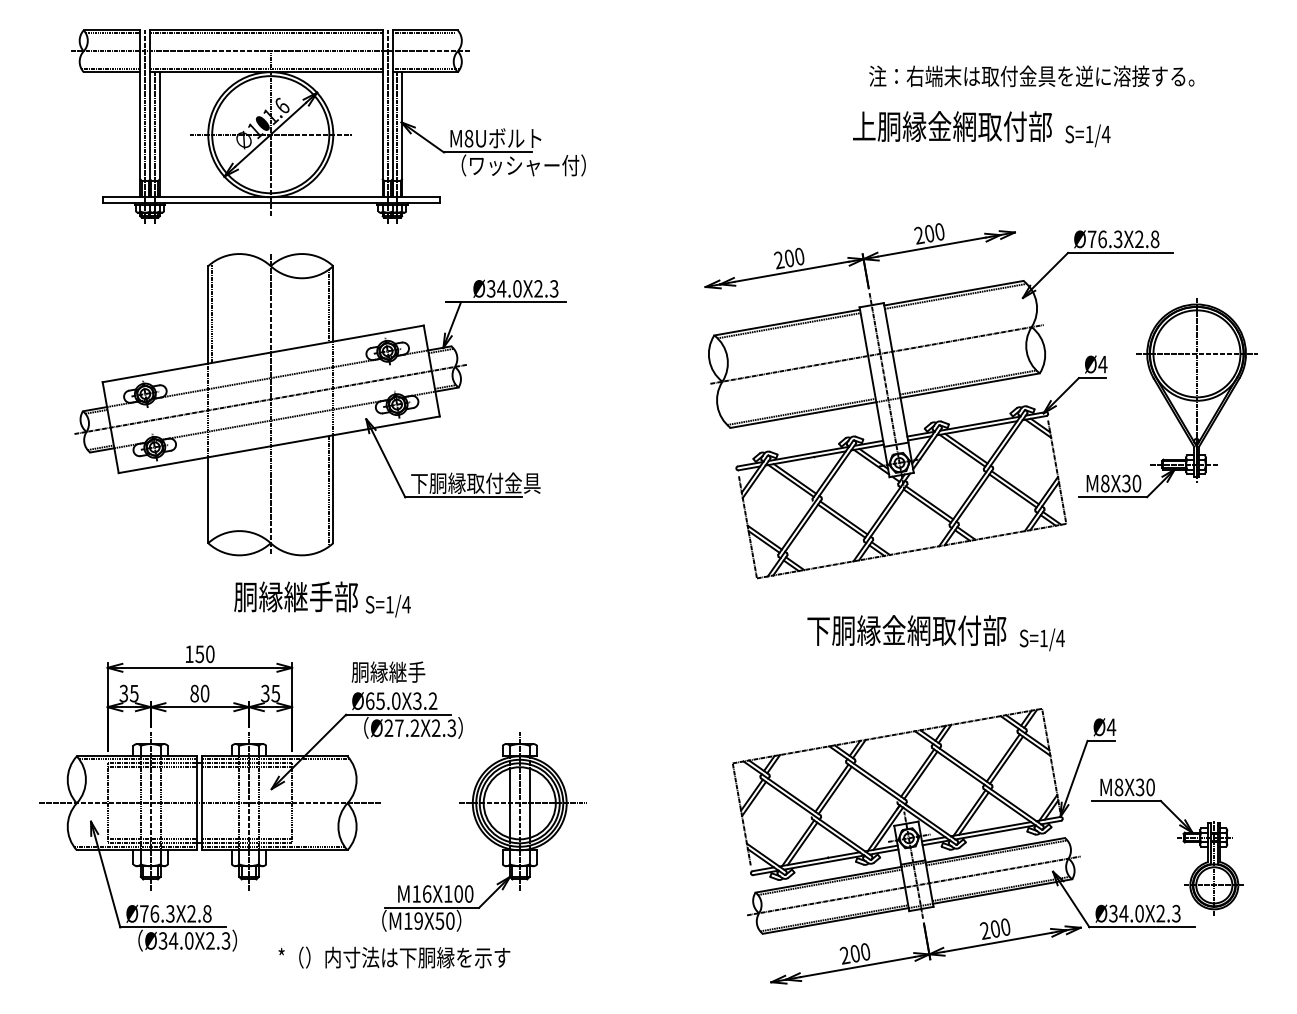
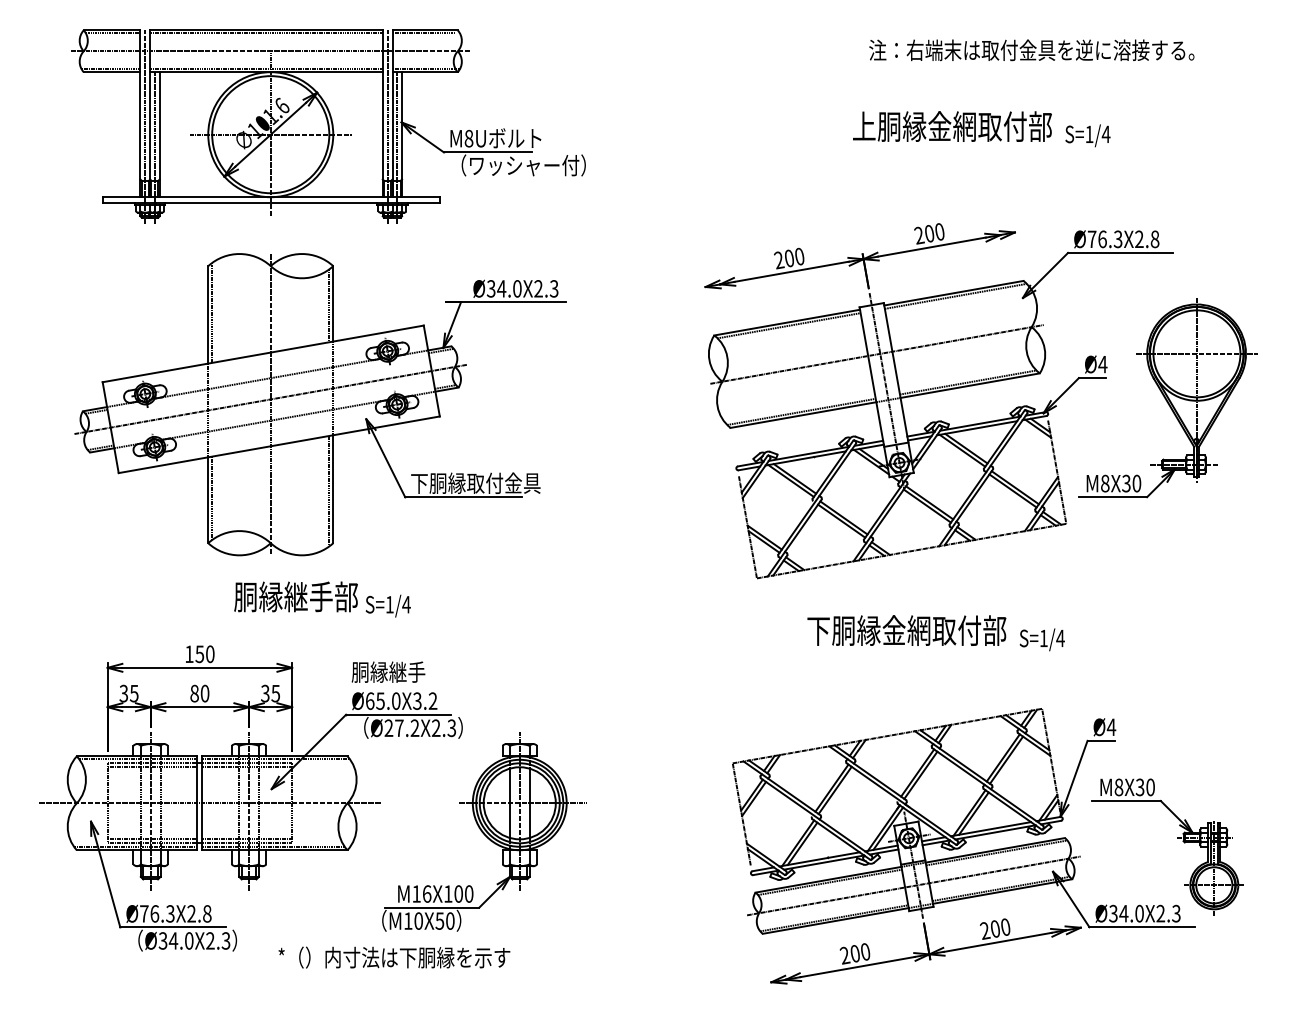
text at (1031, 76) position: (1031, 76) -> (1031, 50)
line at (212, 498): none -> present
text at (418, 920): M19X50 -> M10X50
